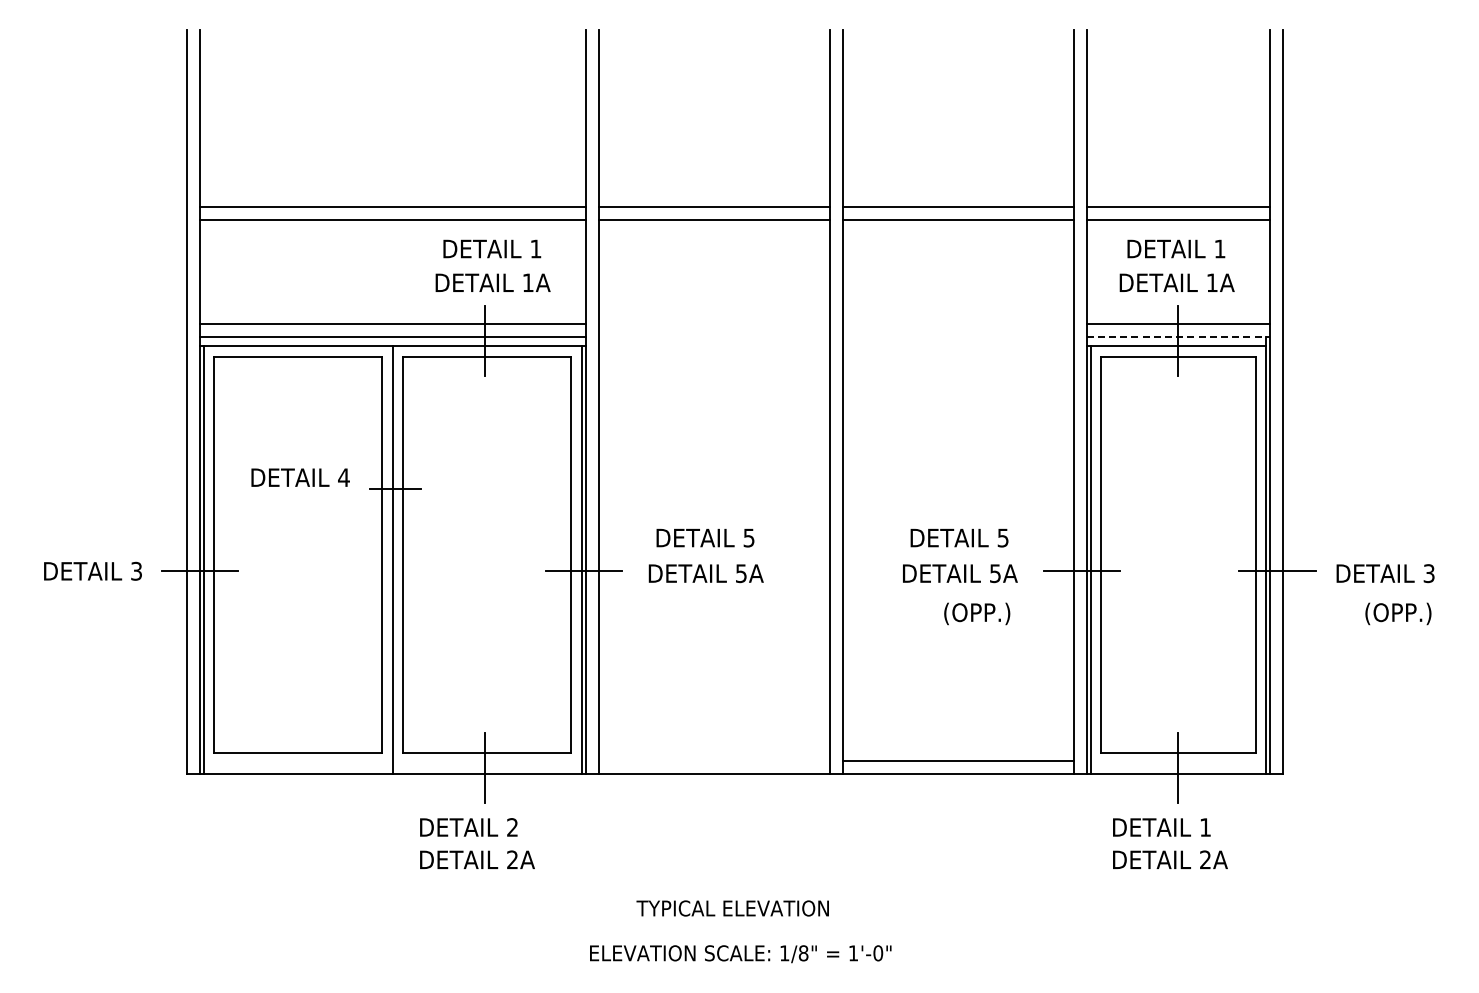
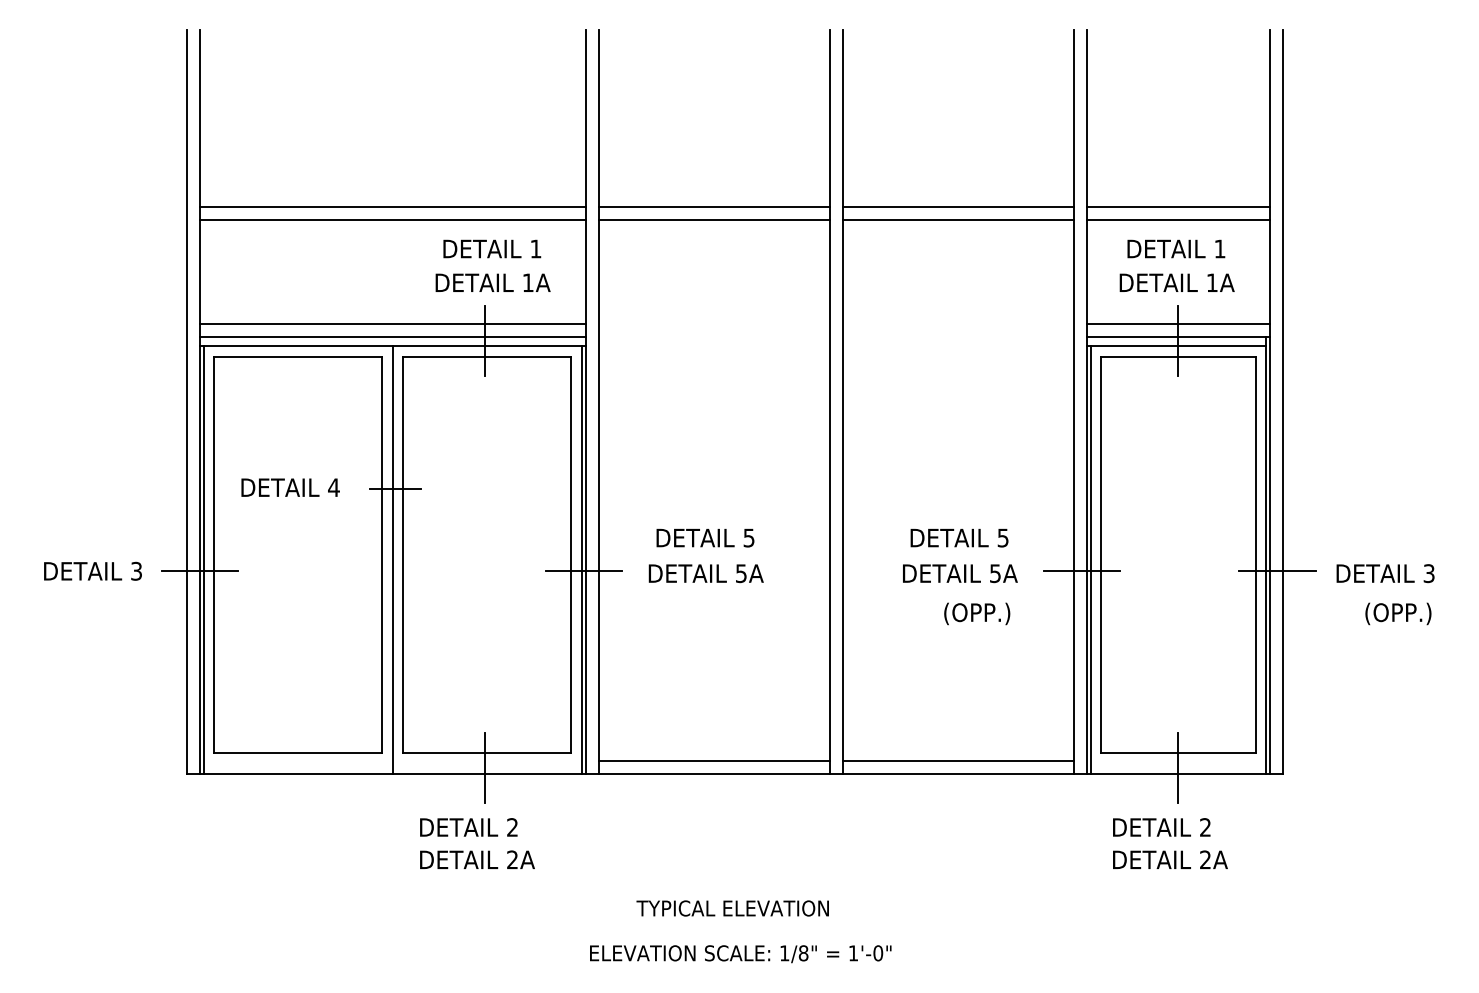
line at (1178, 337): dashed -> solid
text at (300, 477) position: (300, 477) -> (290, 487)
line at (713, 760): none -> present
text at (1205, 827): 1 -> 2
